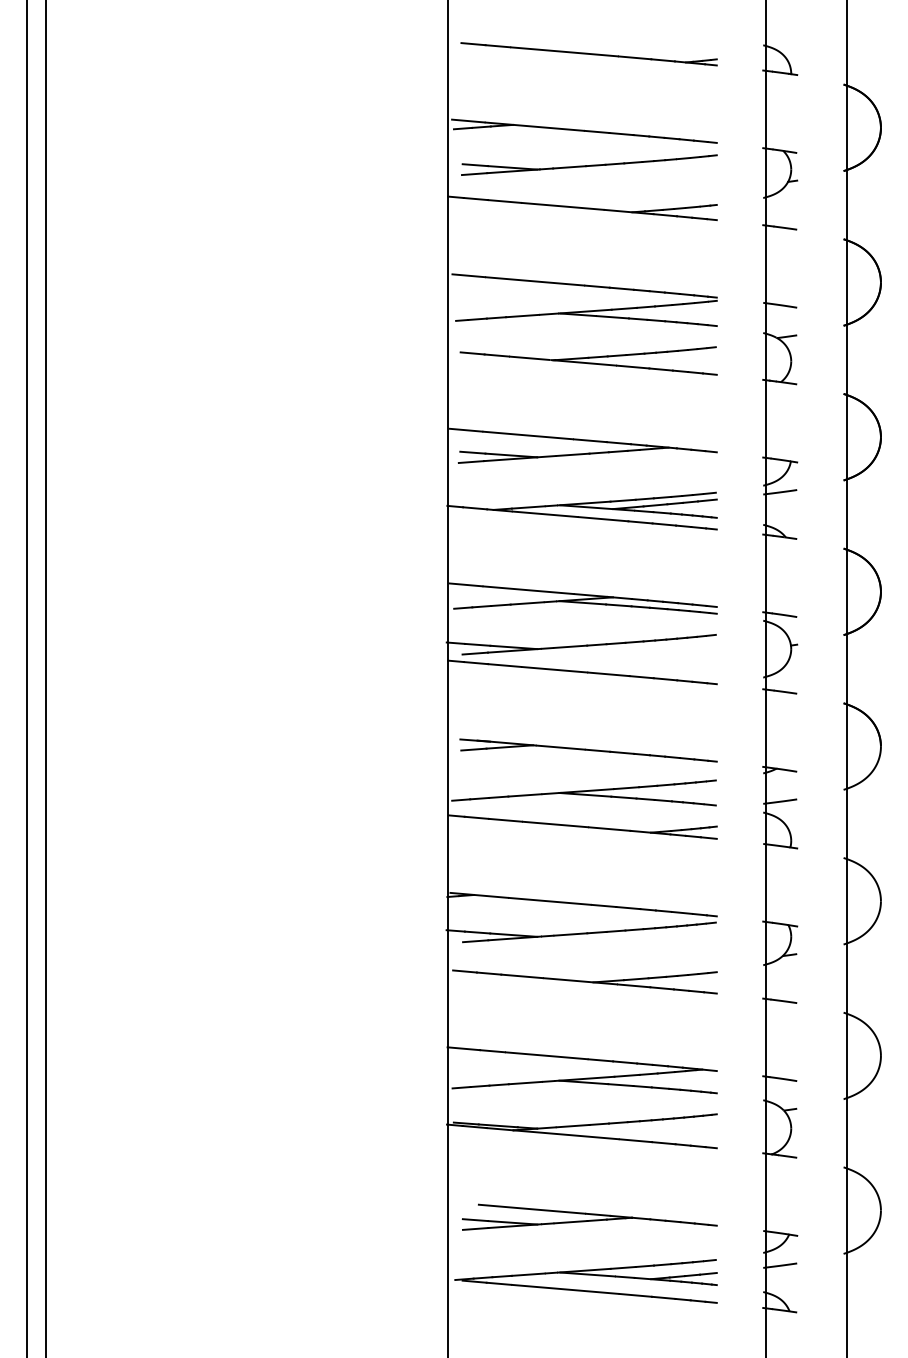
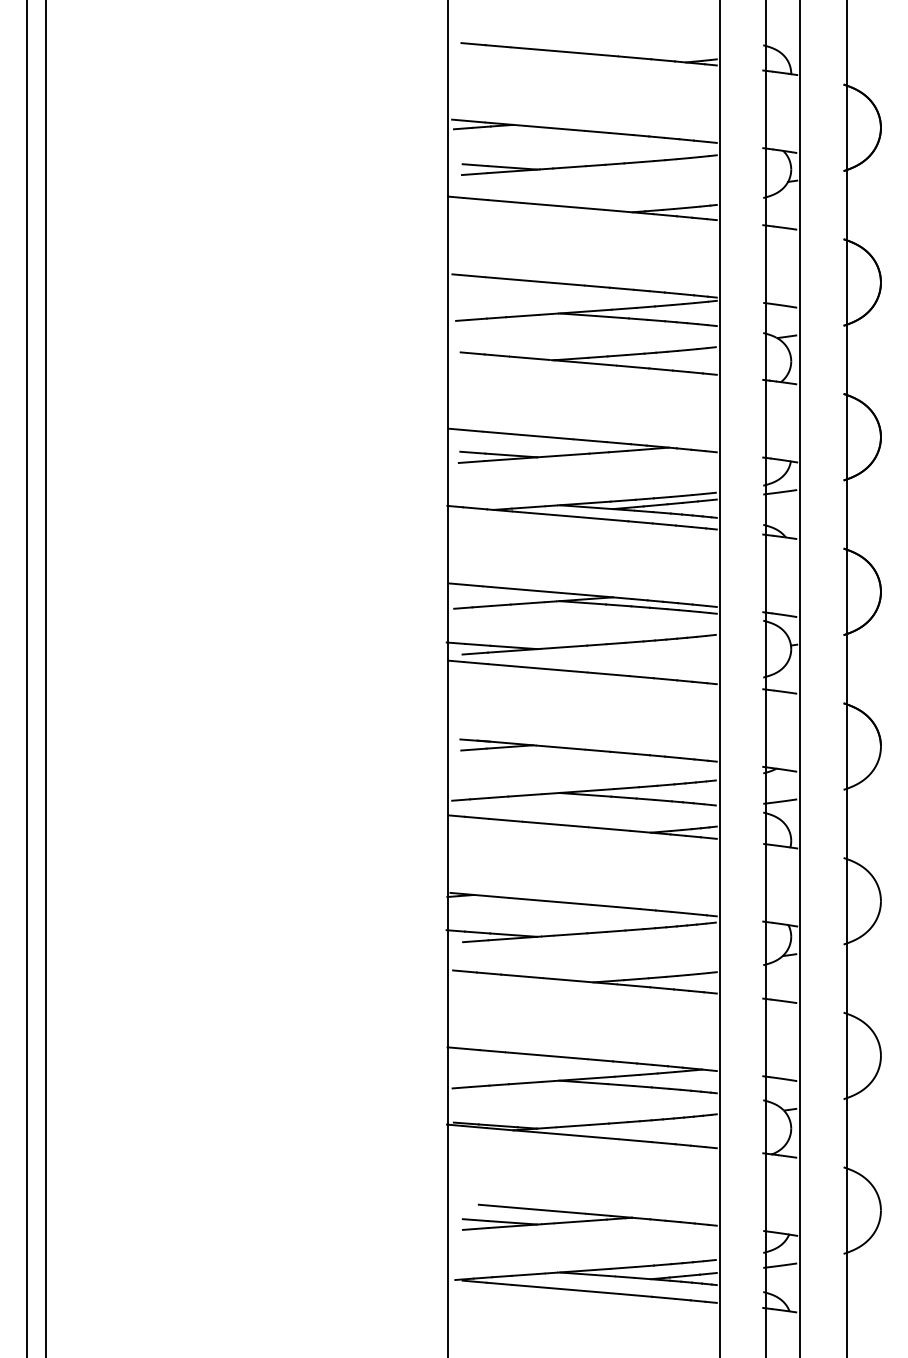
line at (719, 678): none -> present
line at (800, 678): none -> present
